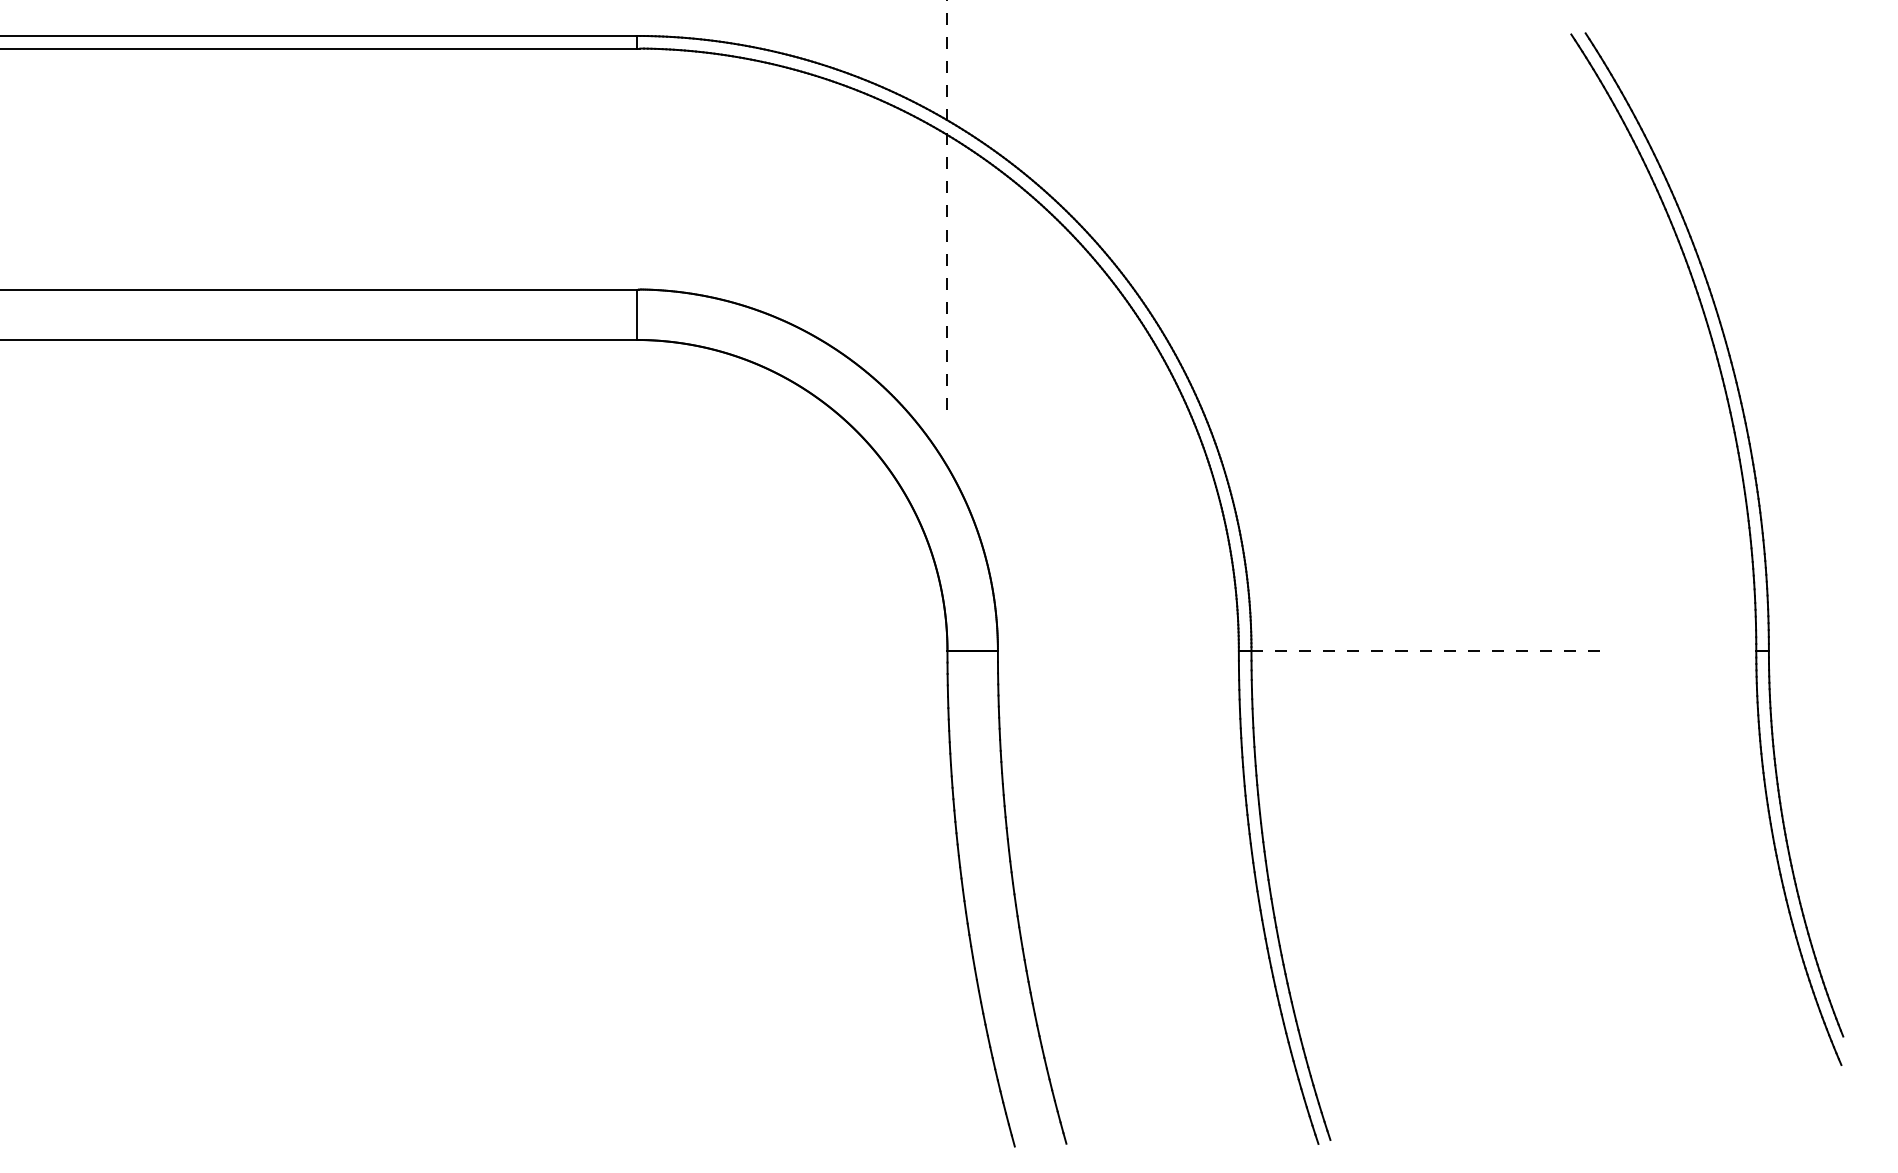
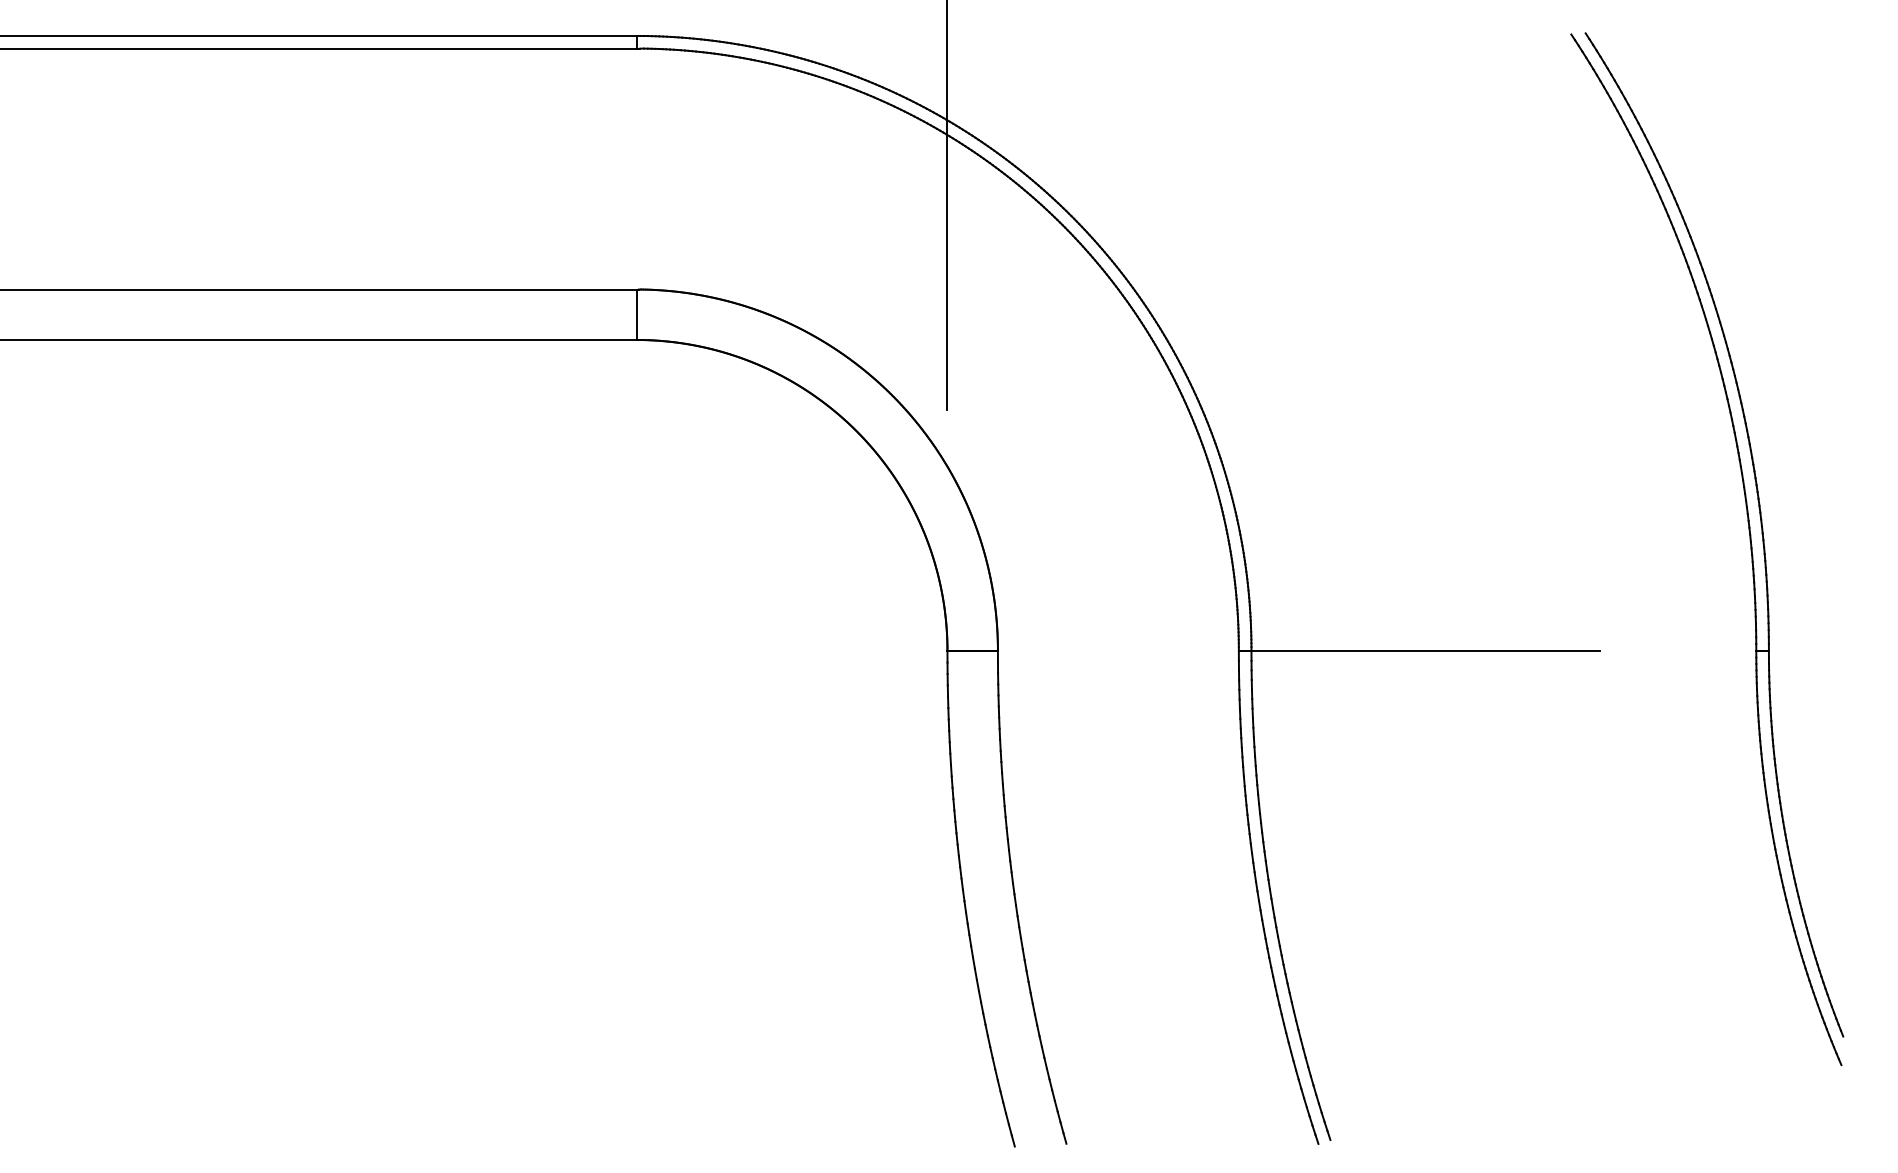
line at (947, 205): dashed -> solid
line at (1419, 650): dashed -> solid
